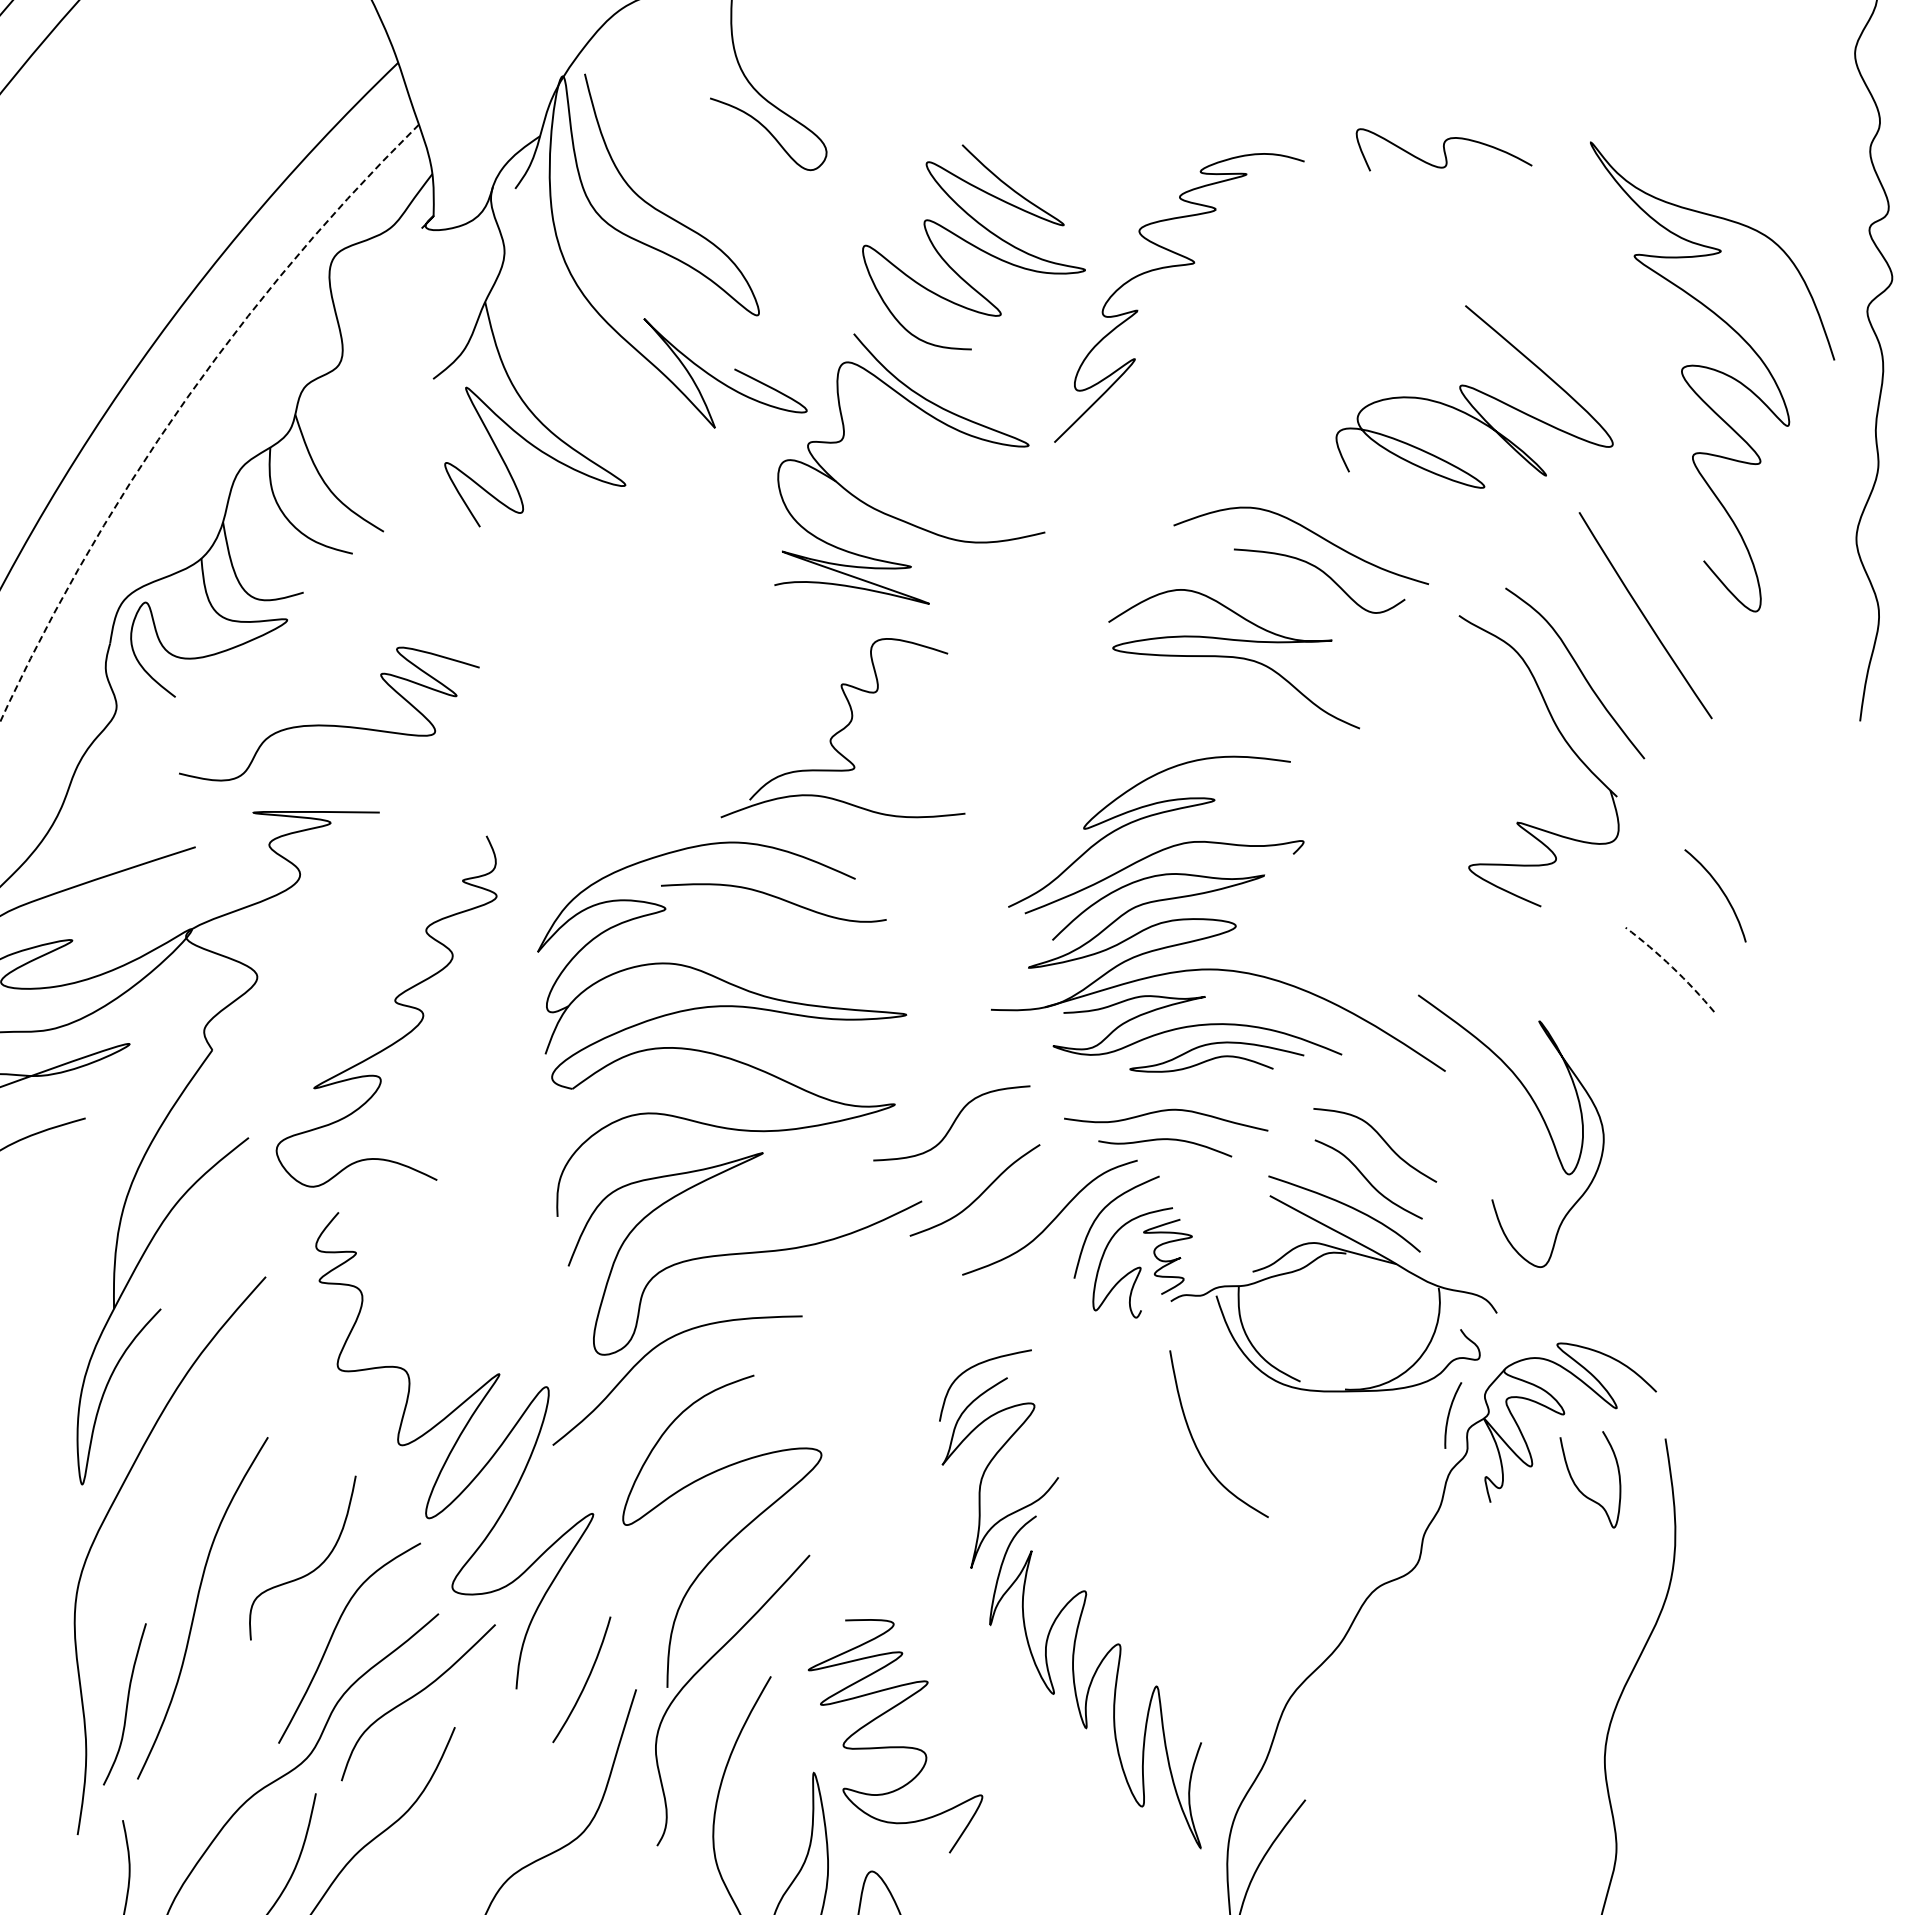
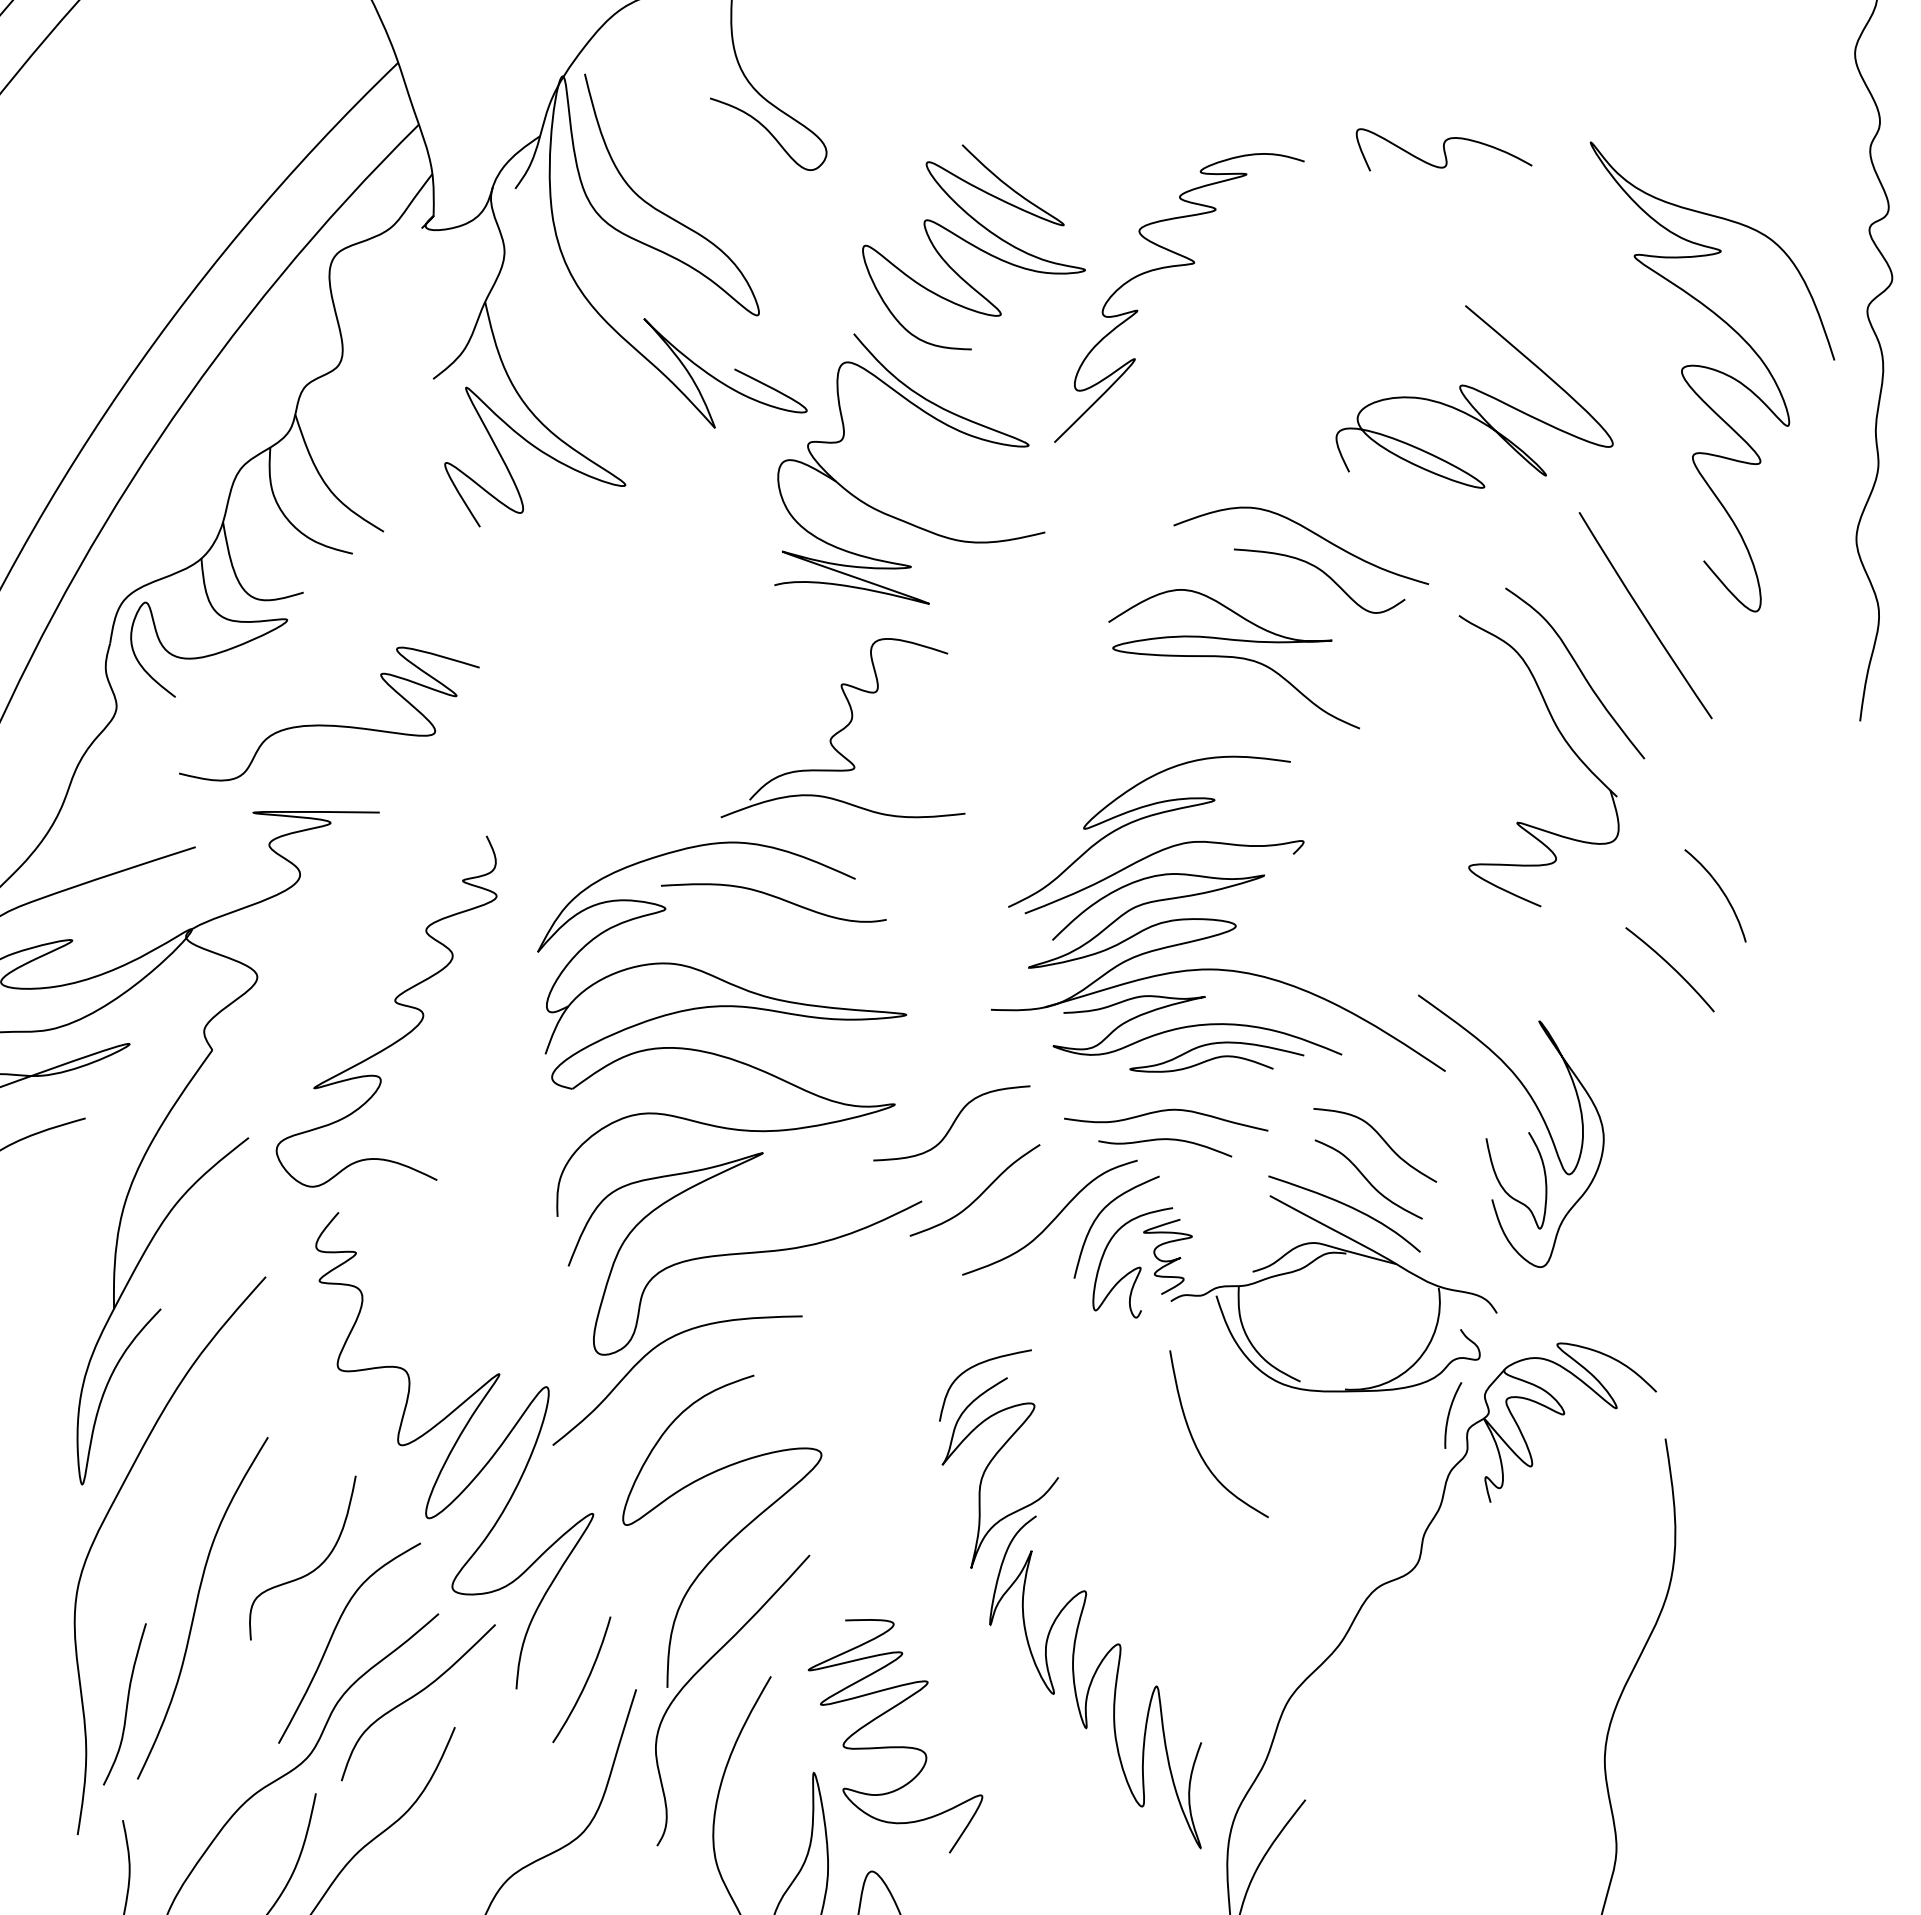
arc at (181, 405): dashed -> solid
arc at (1672, 967): dashed -> solid
curve at (1578, 1487) position: (1578, 1487) -> (1504, 1188)
